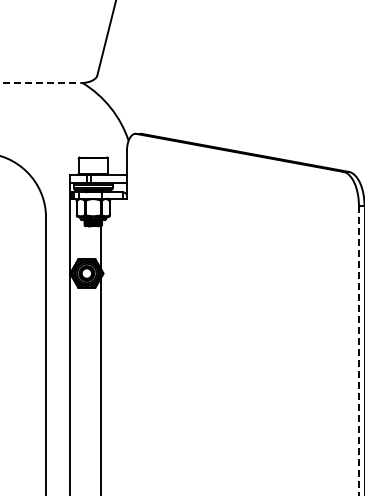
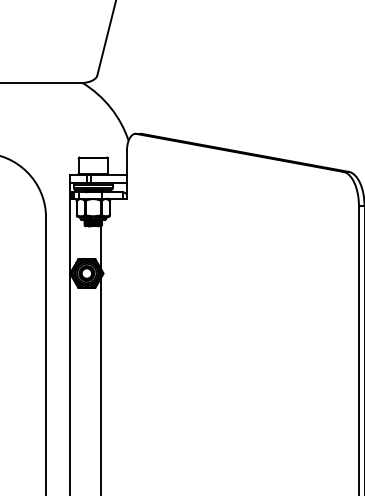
line at (40, 83): dashed -> solid
line at (358, 351): dashed -> solid
